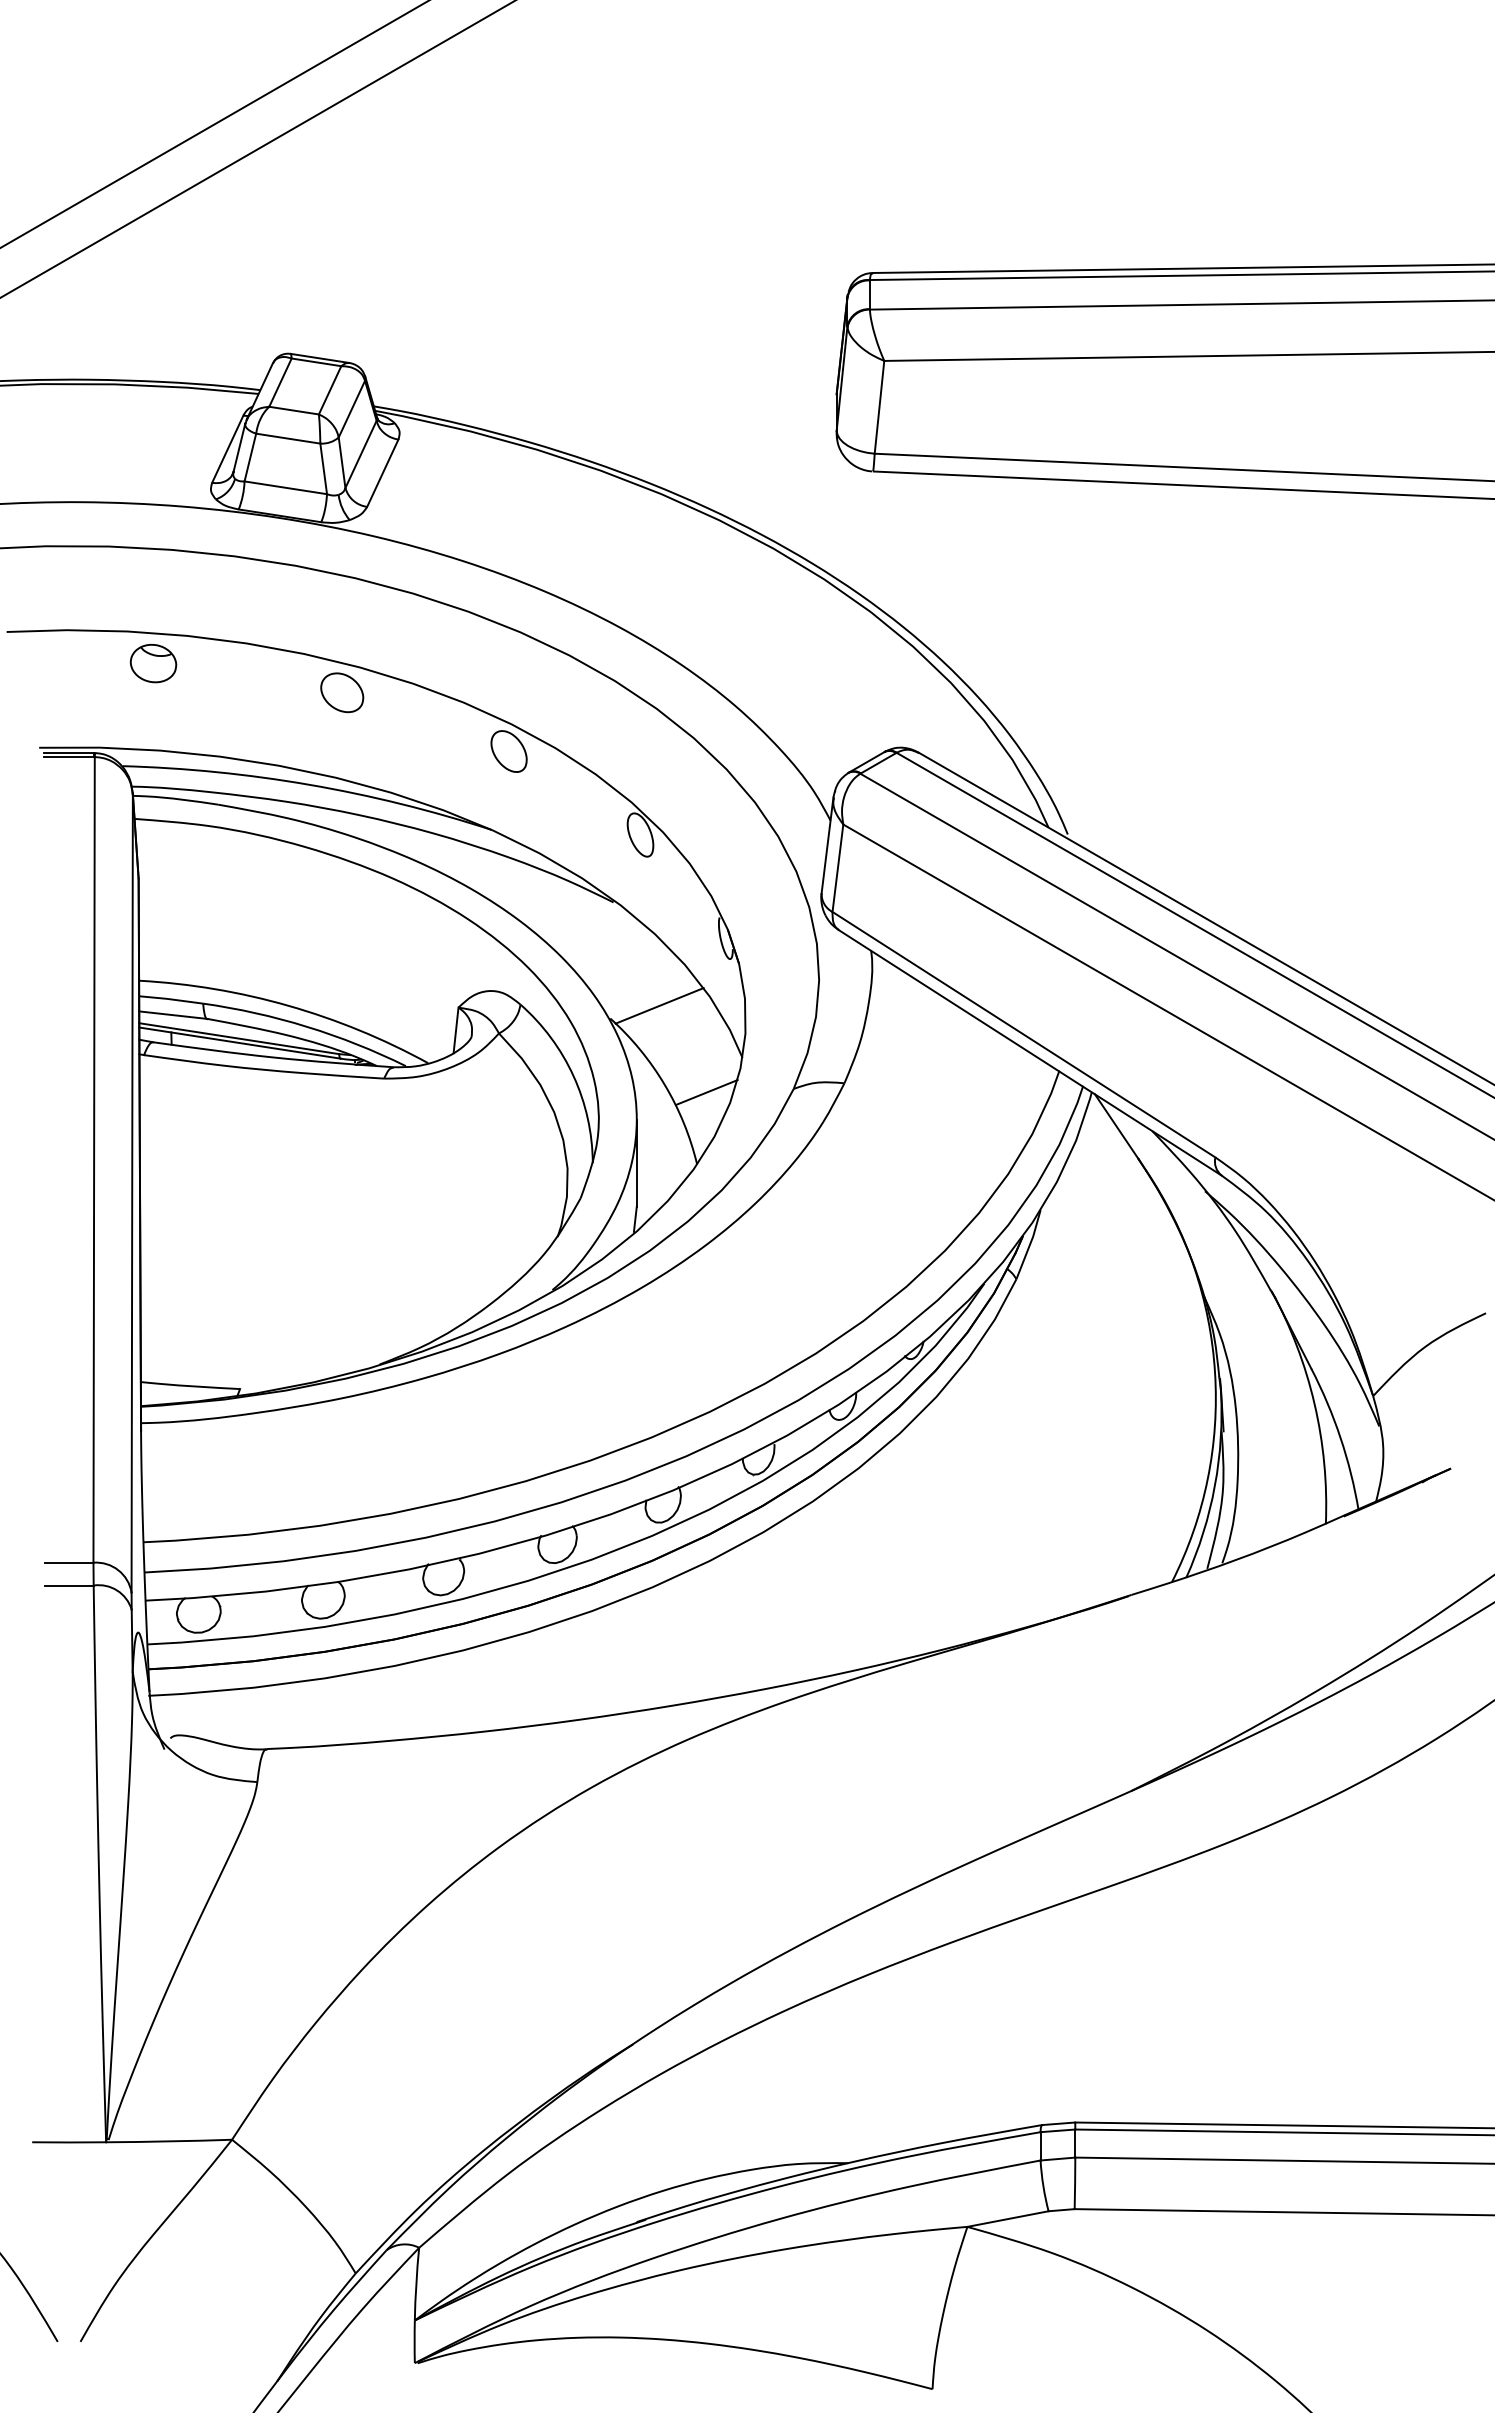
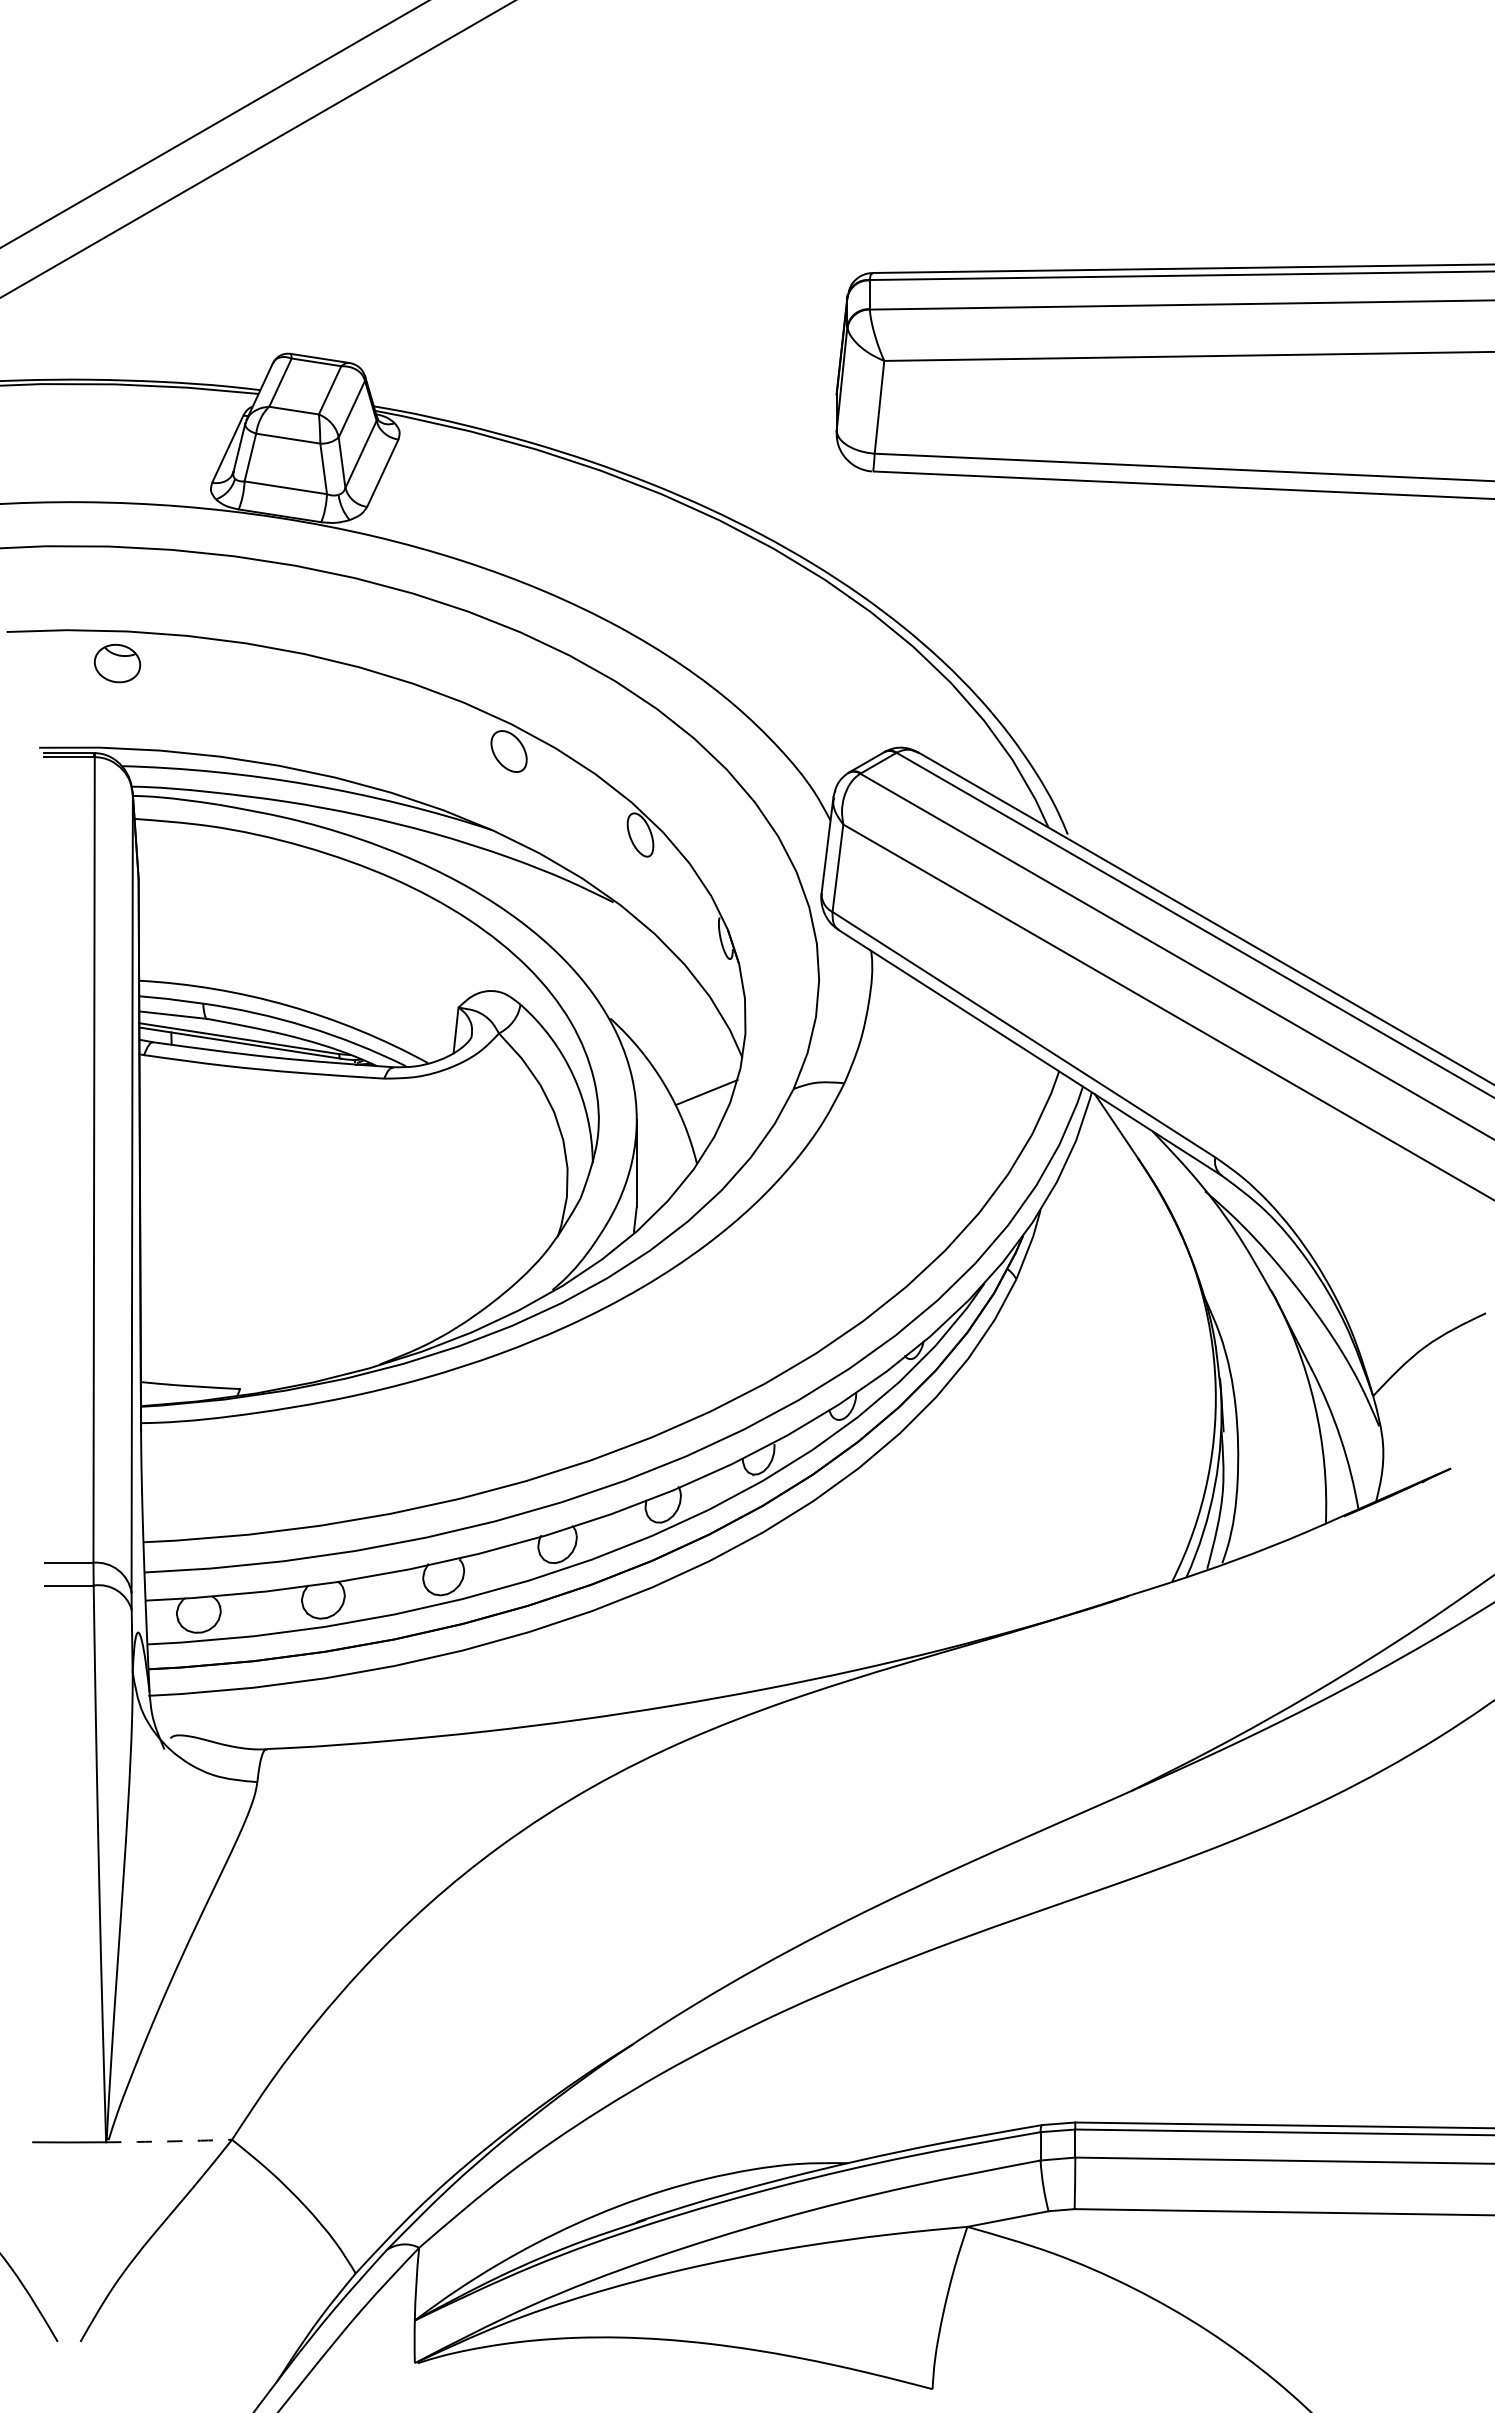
part at (153, 663) position: (153, 663) -> (117, 663)
part at (342, 692): present -> none
line at (659, 1005): present -> none
arc at (169, 2141): solid -> dashed
